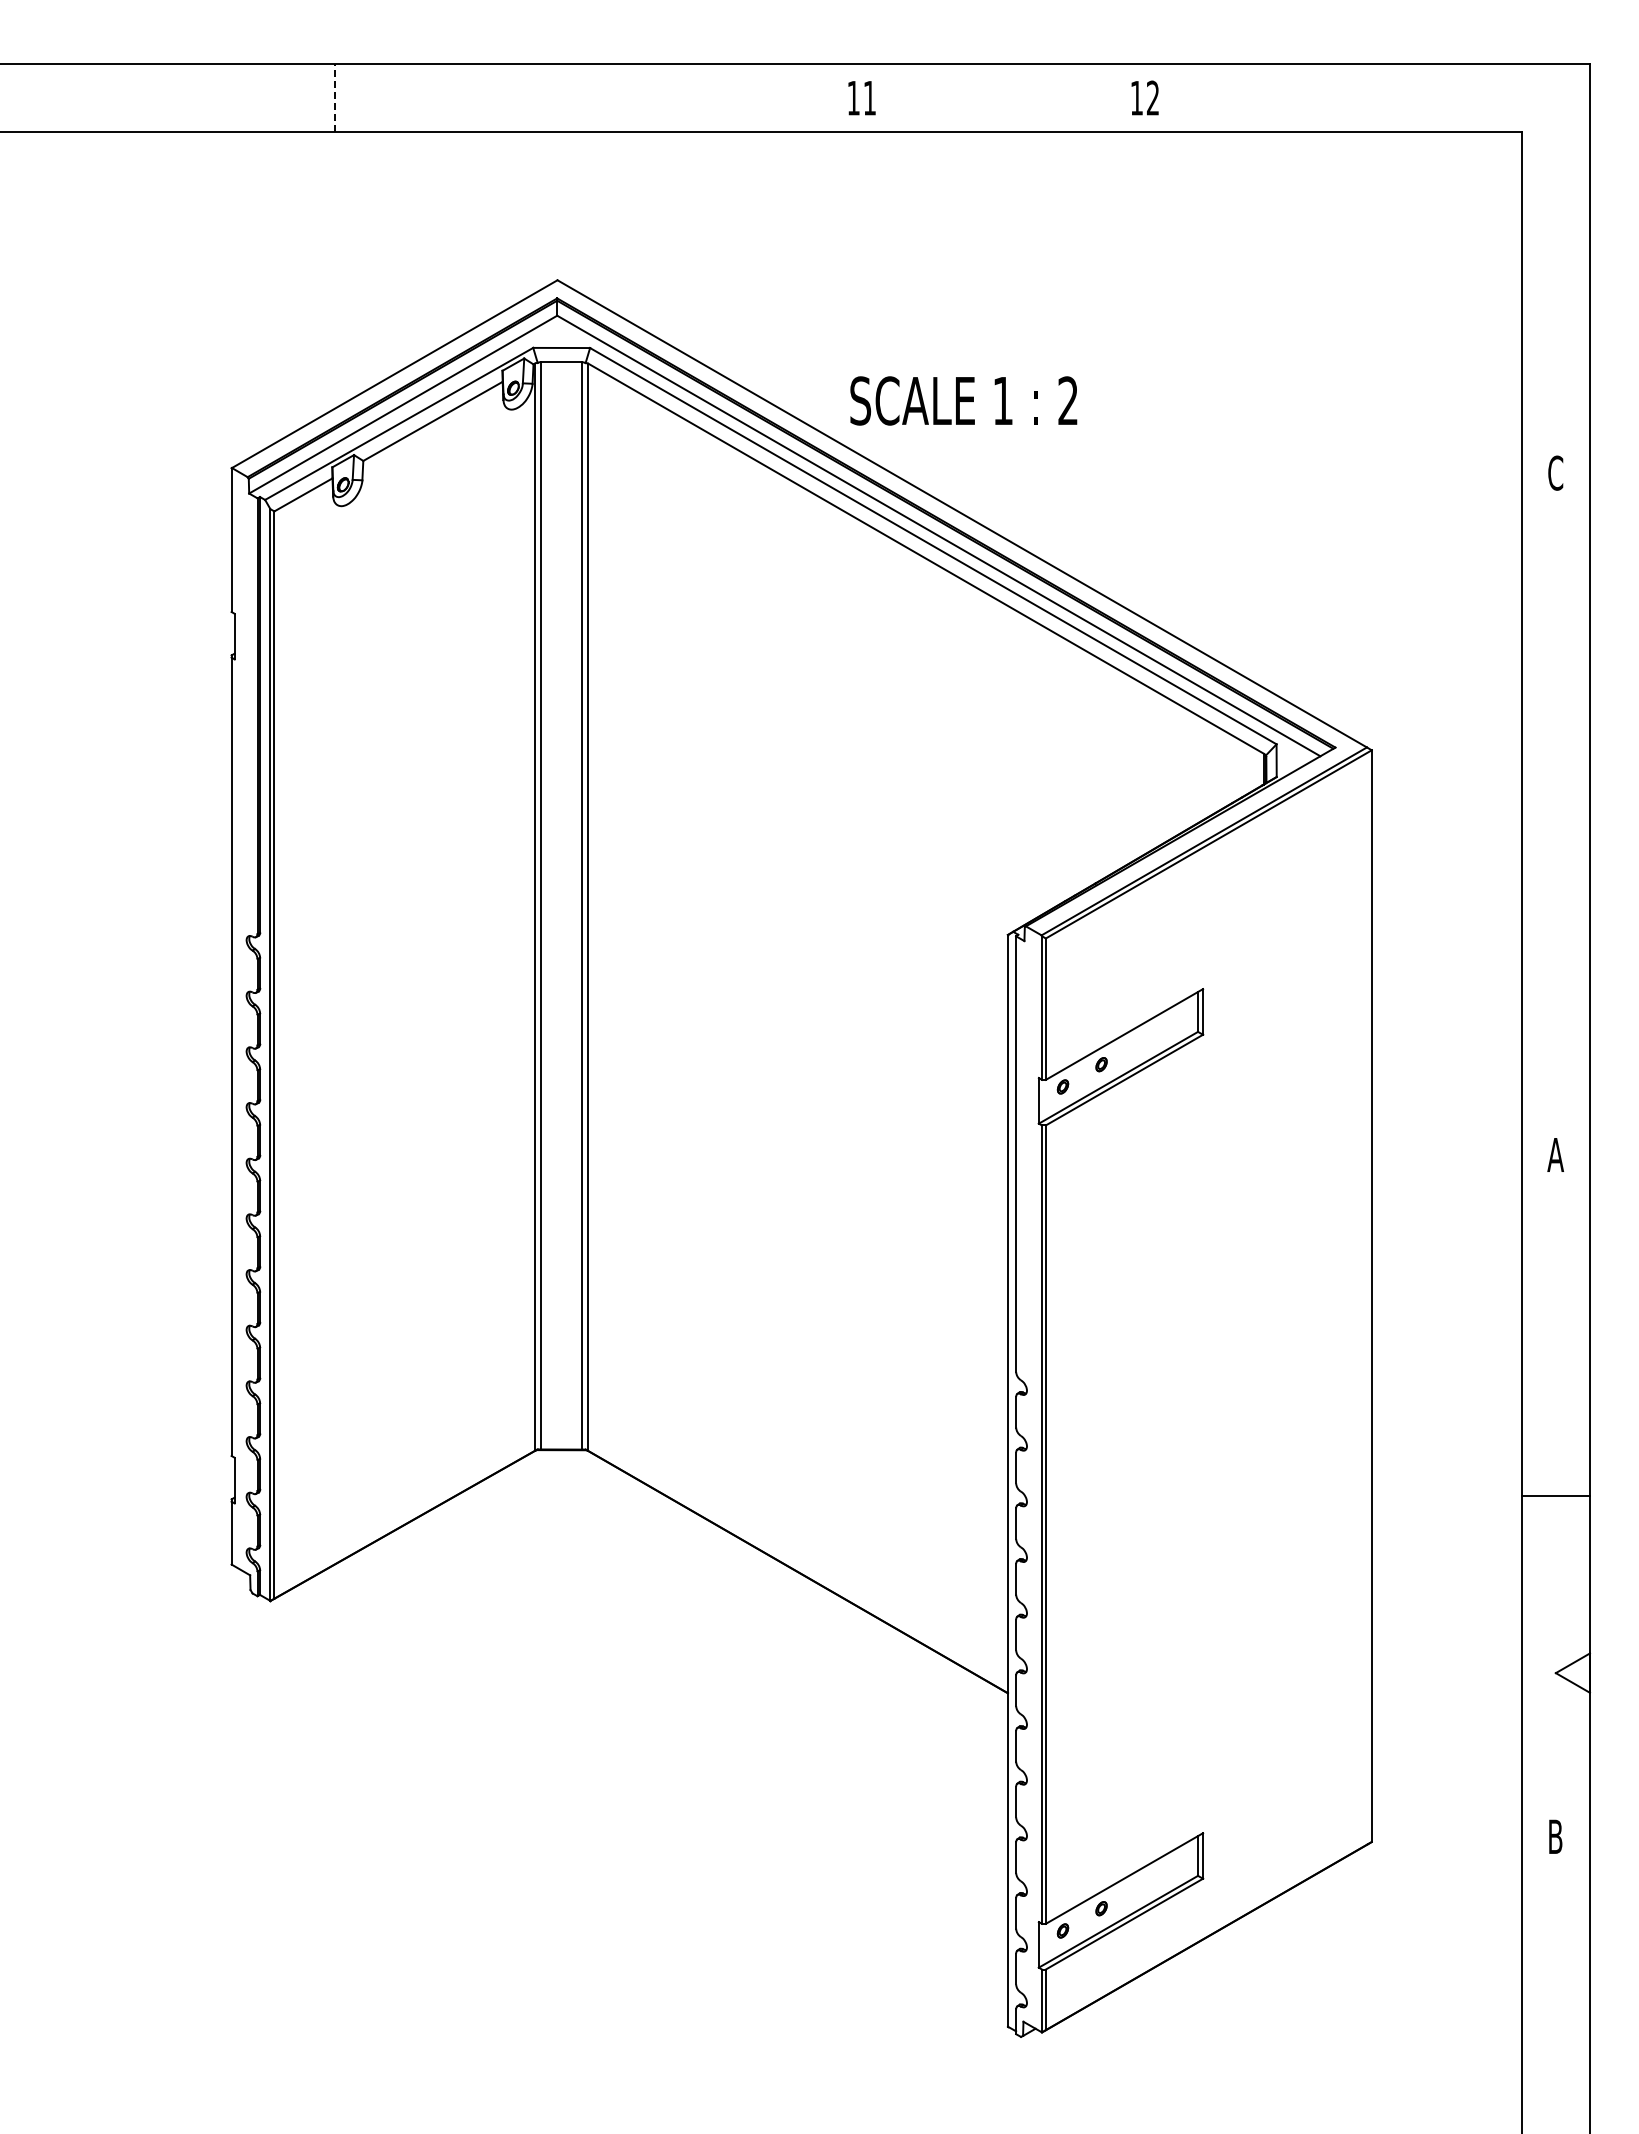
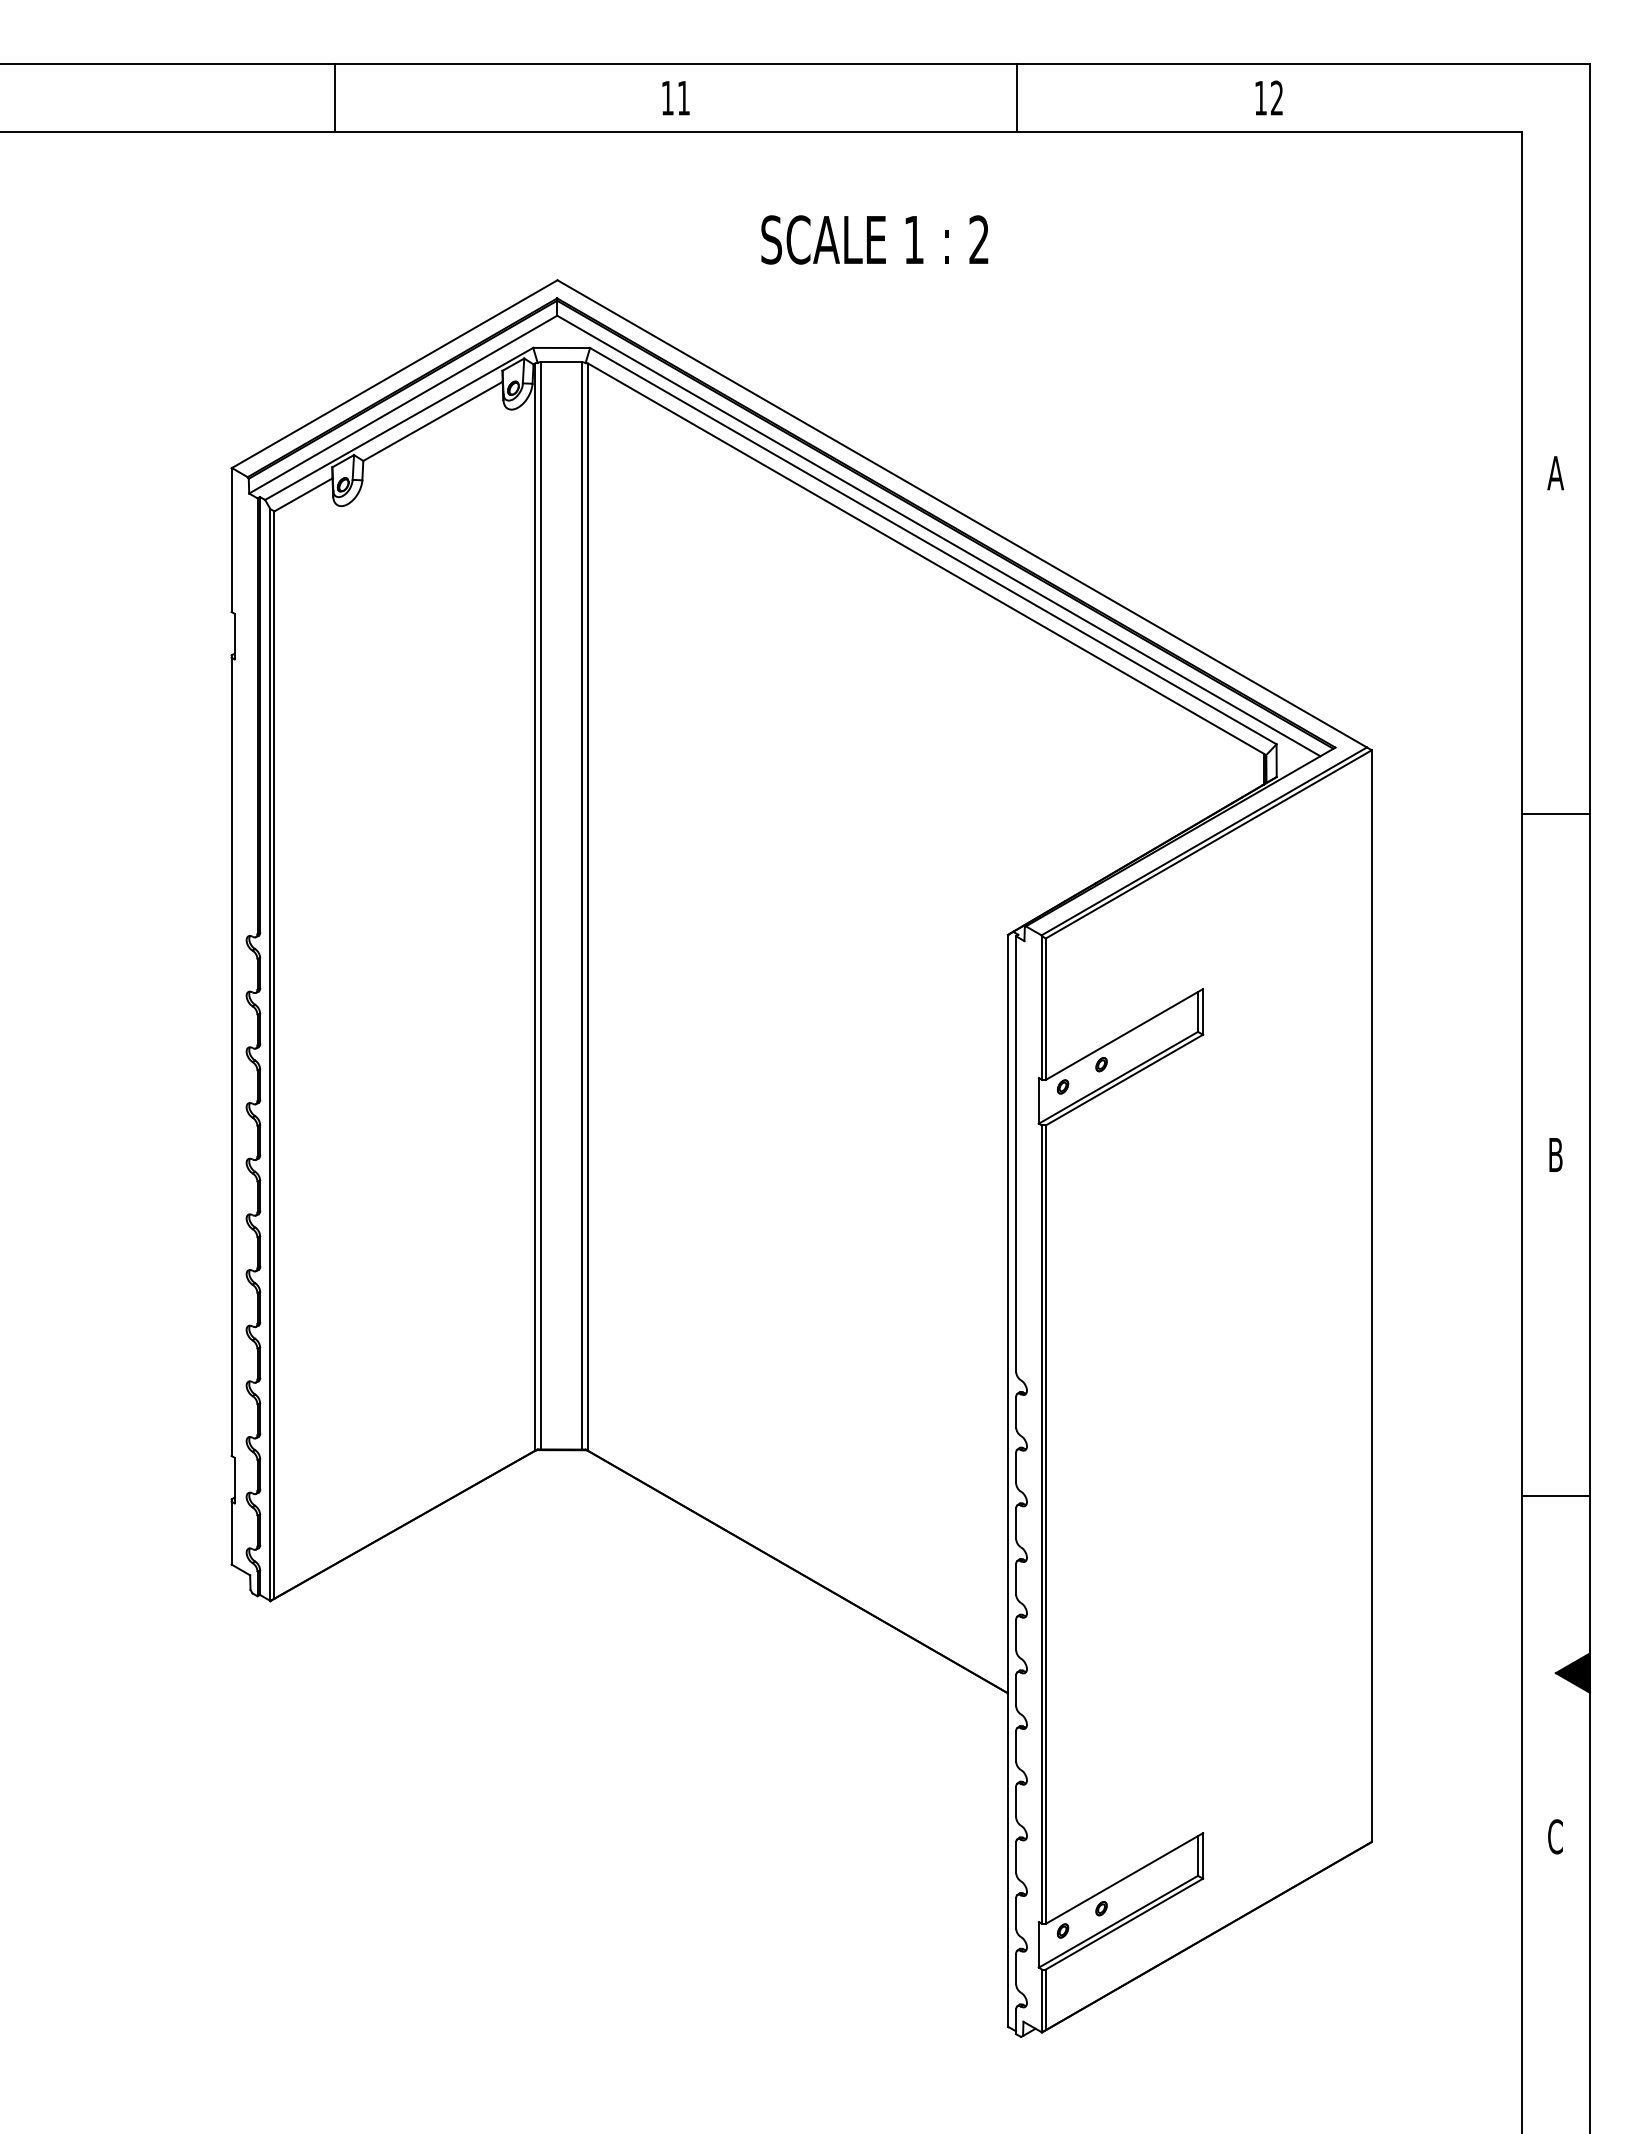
line at (335, 97): dashed -> solid
text at (1144, 97) position: (1144, 97) -> (1268, 97)
text at (861, 98) position: (861, 98) -> (675, 98)
line at (1017, 98): none -> present
text at (963, 400) position: (963, 400) -> (874, 239)
text at (1555, 472): C -> A
line at (1555, 814): none -> present
text at (1555, 1154): A -> B
fill at (1572, 1672): none -> present
text at (1555, 1836): B -> C
